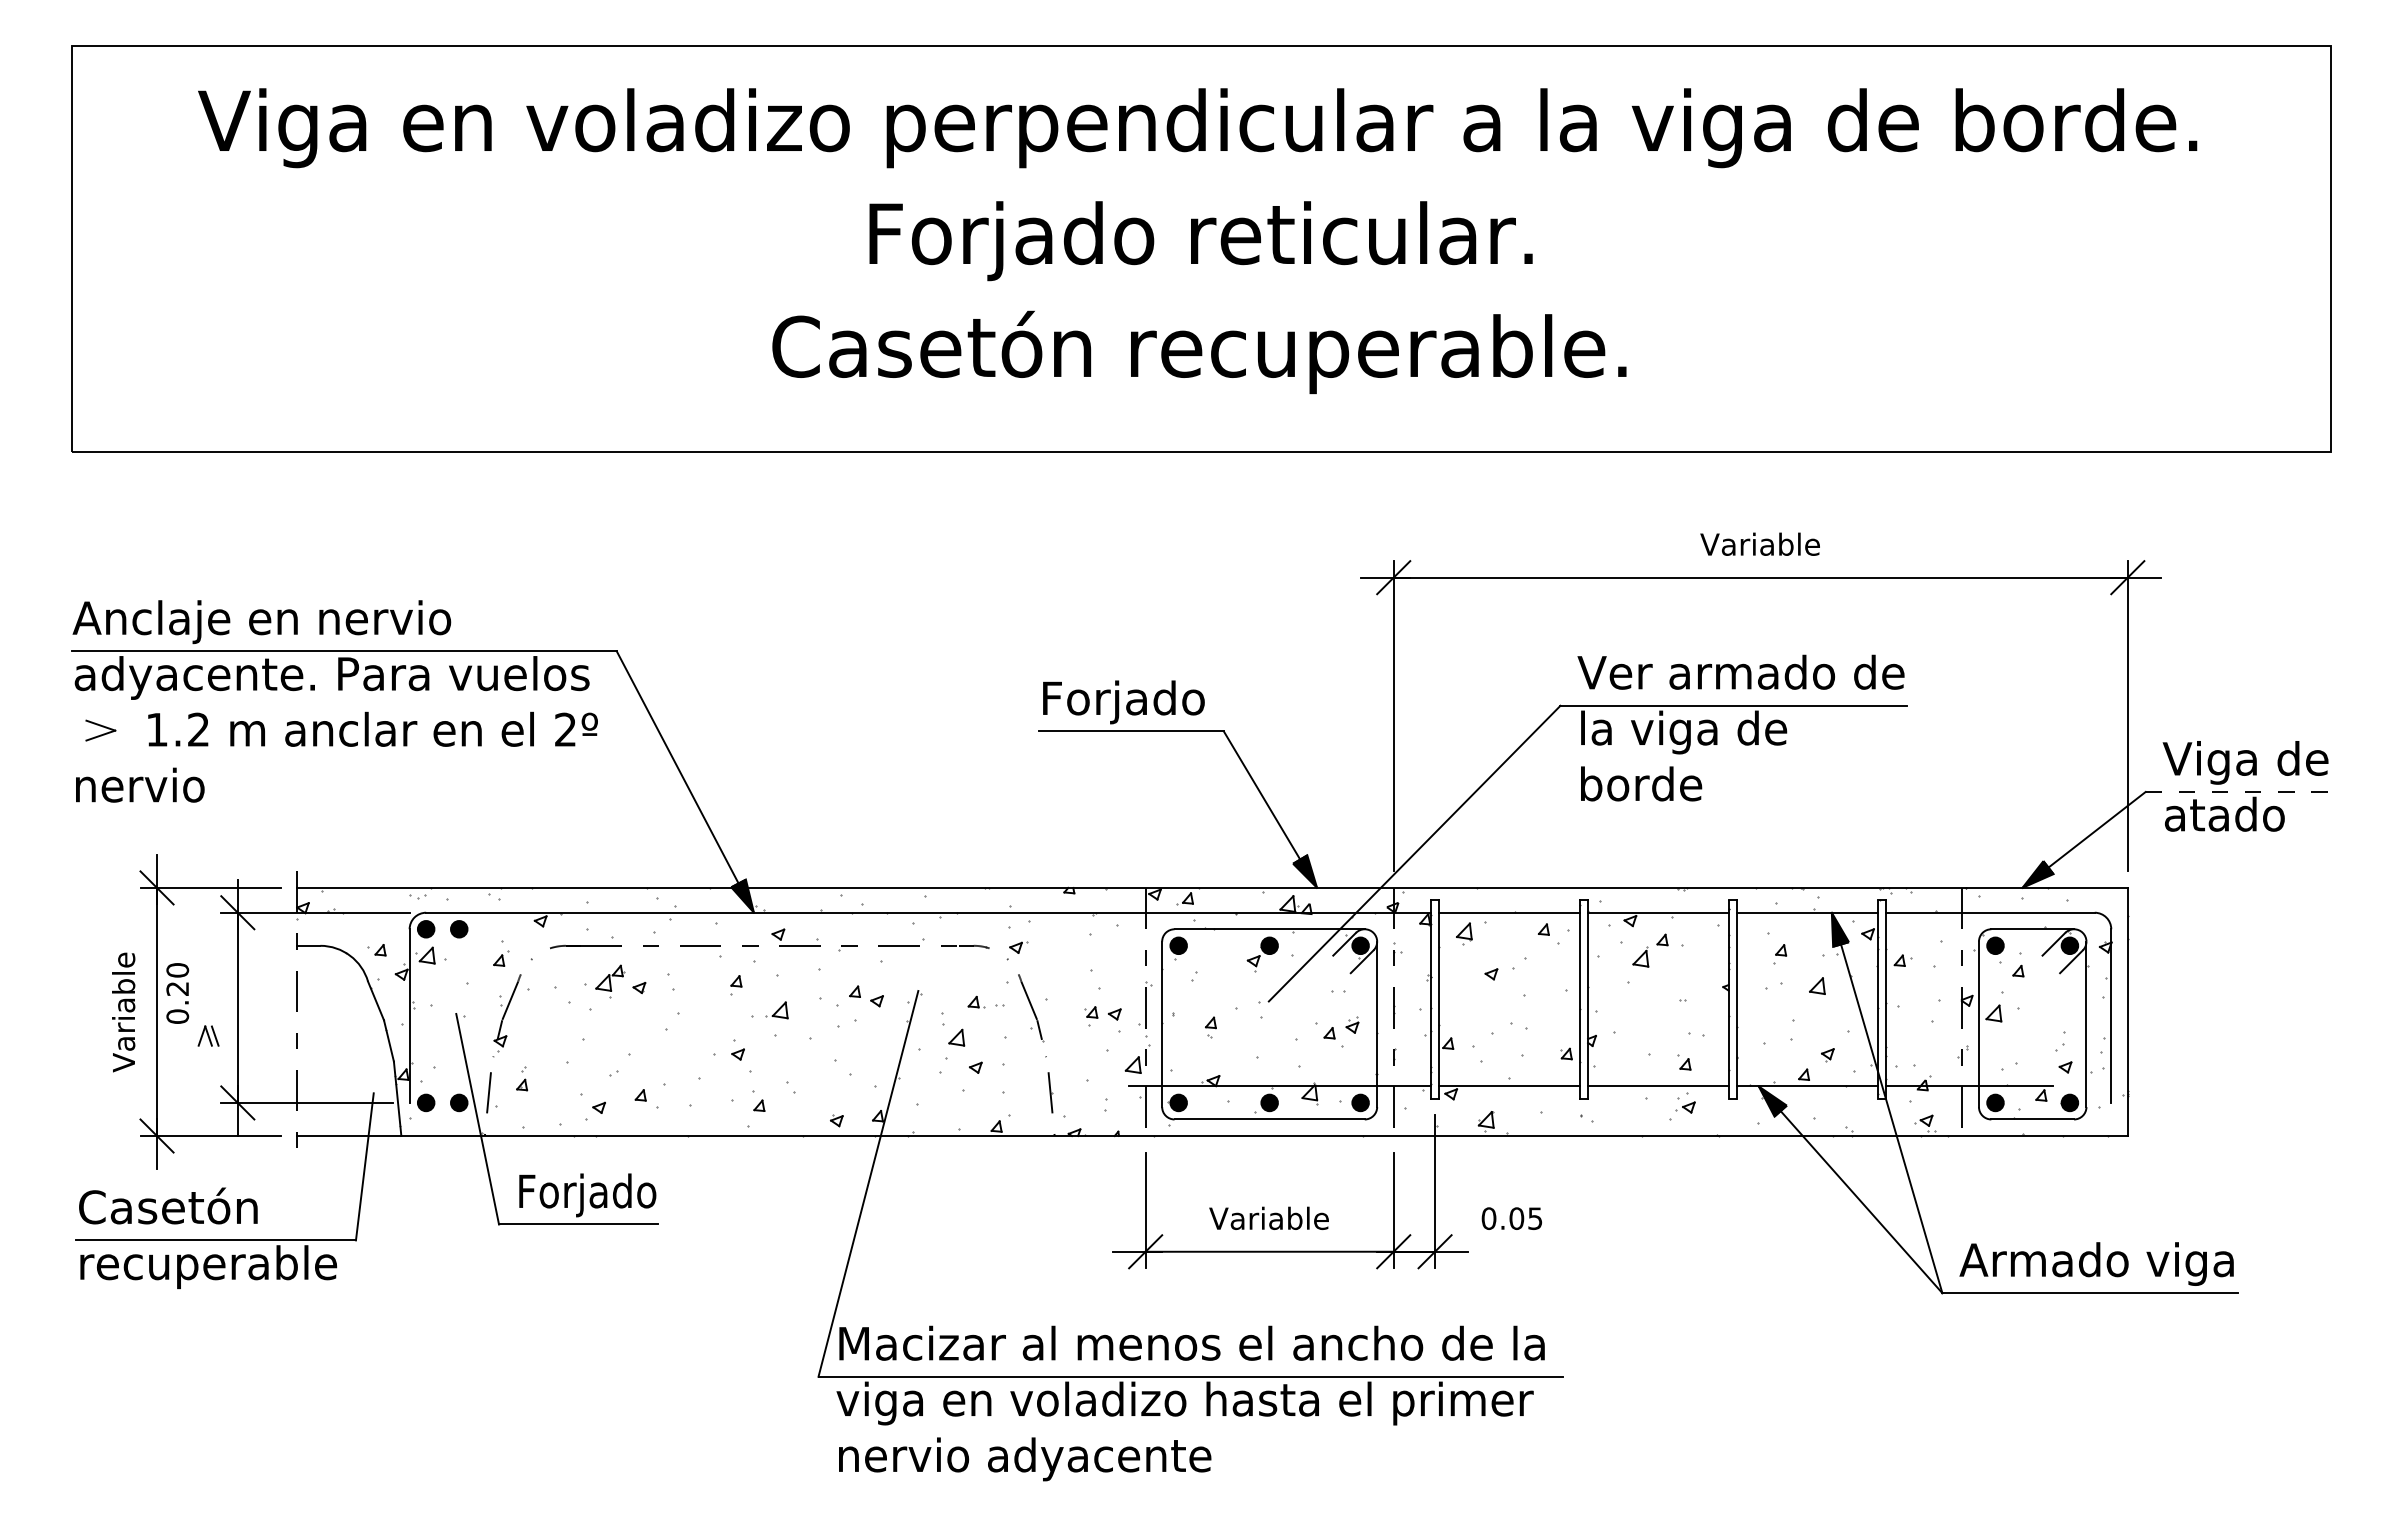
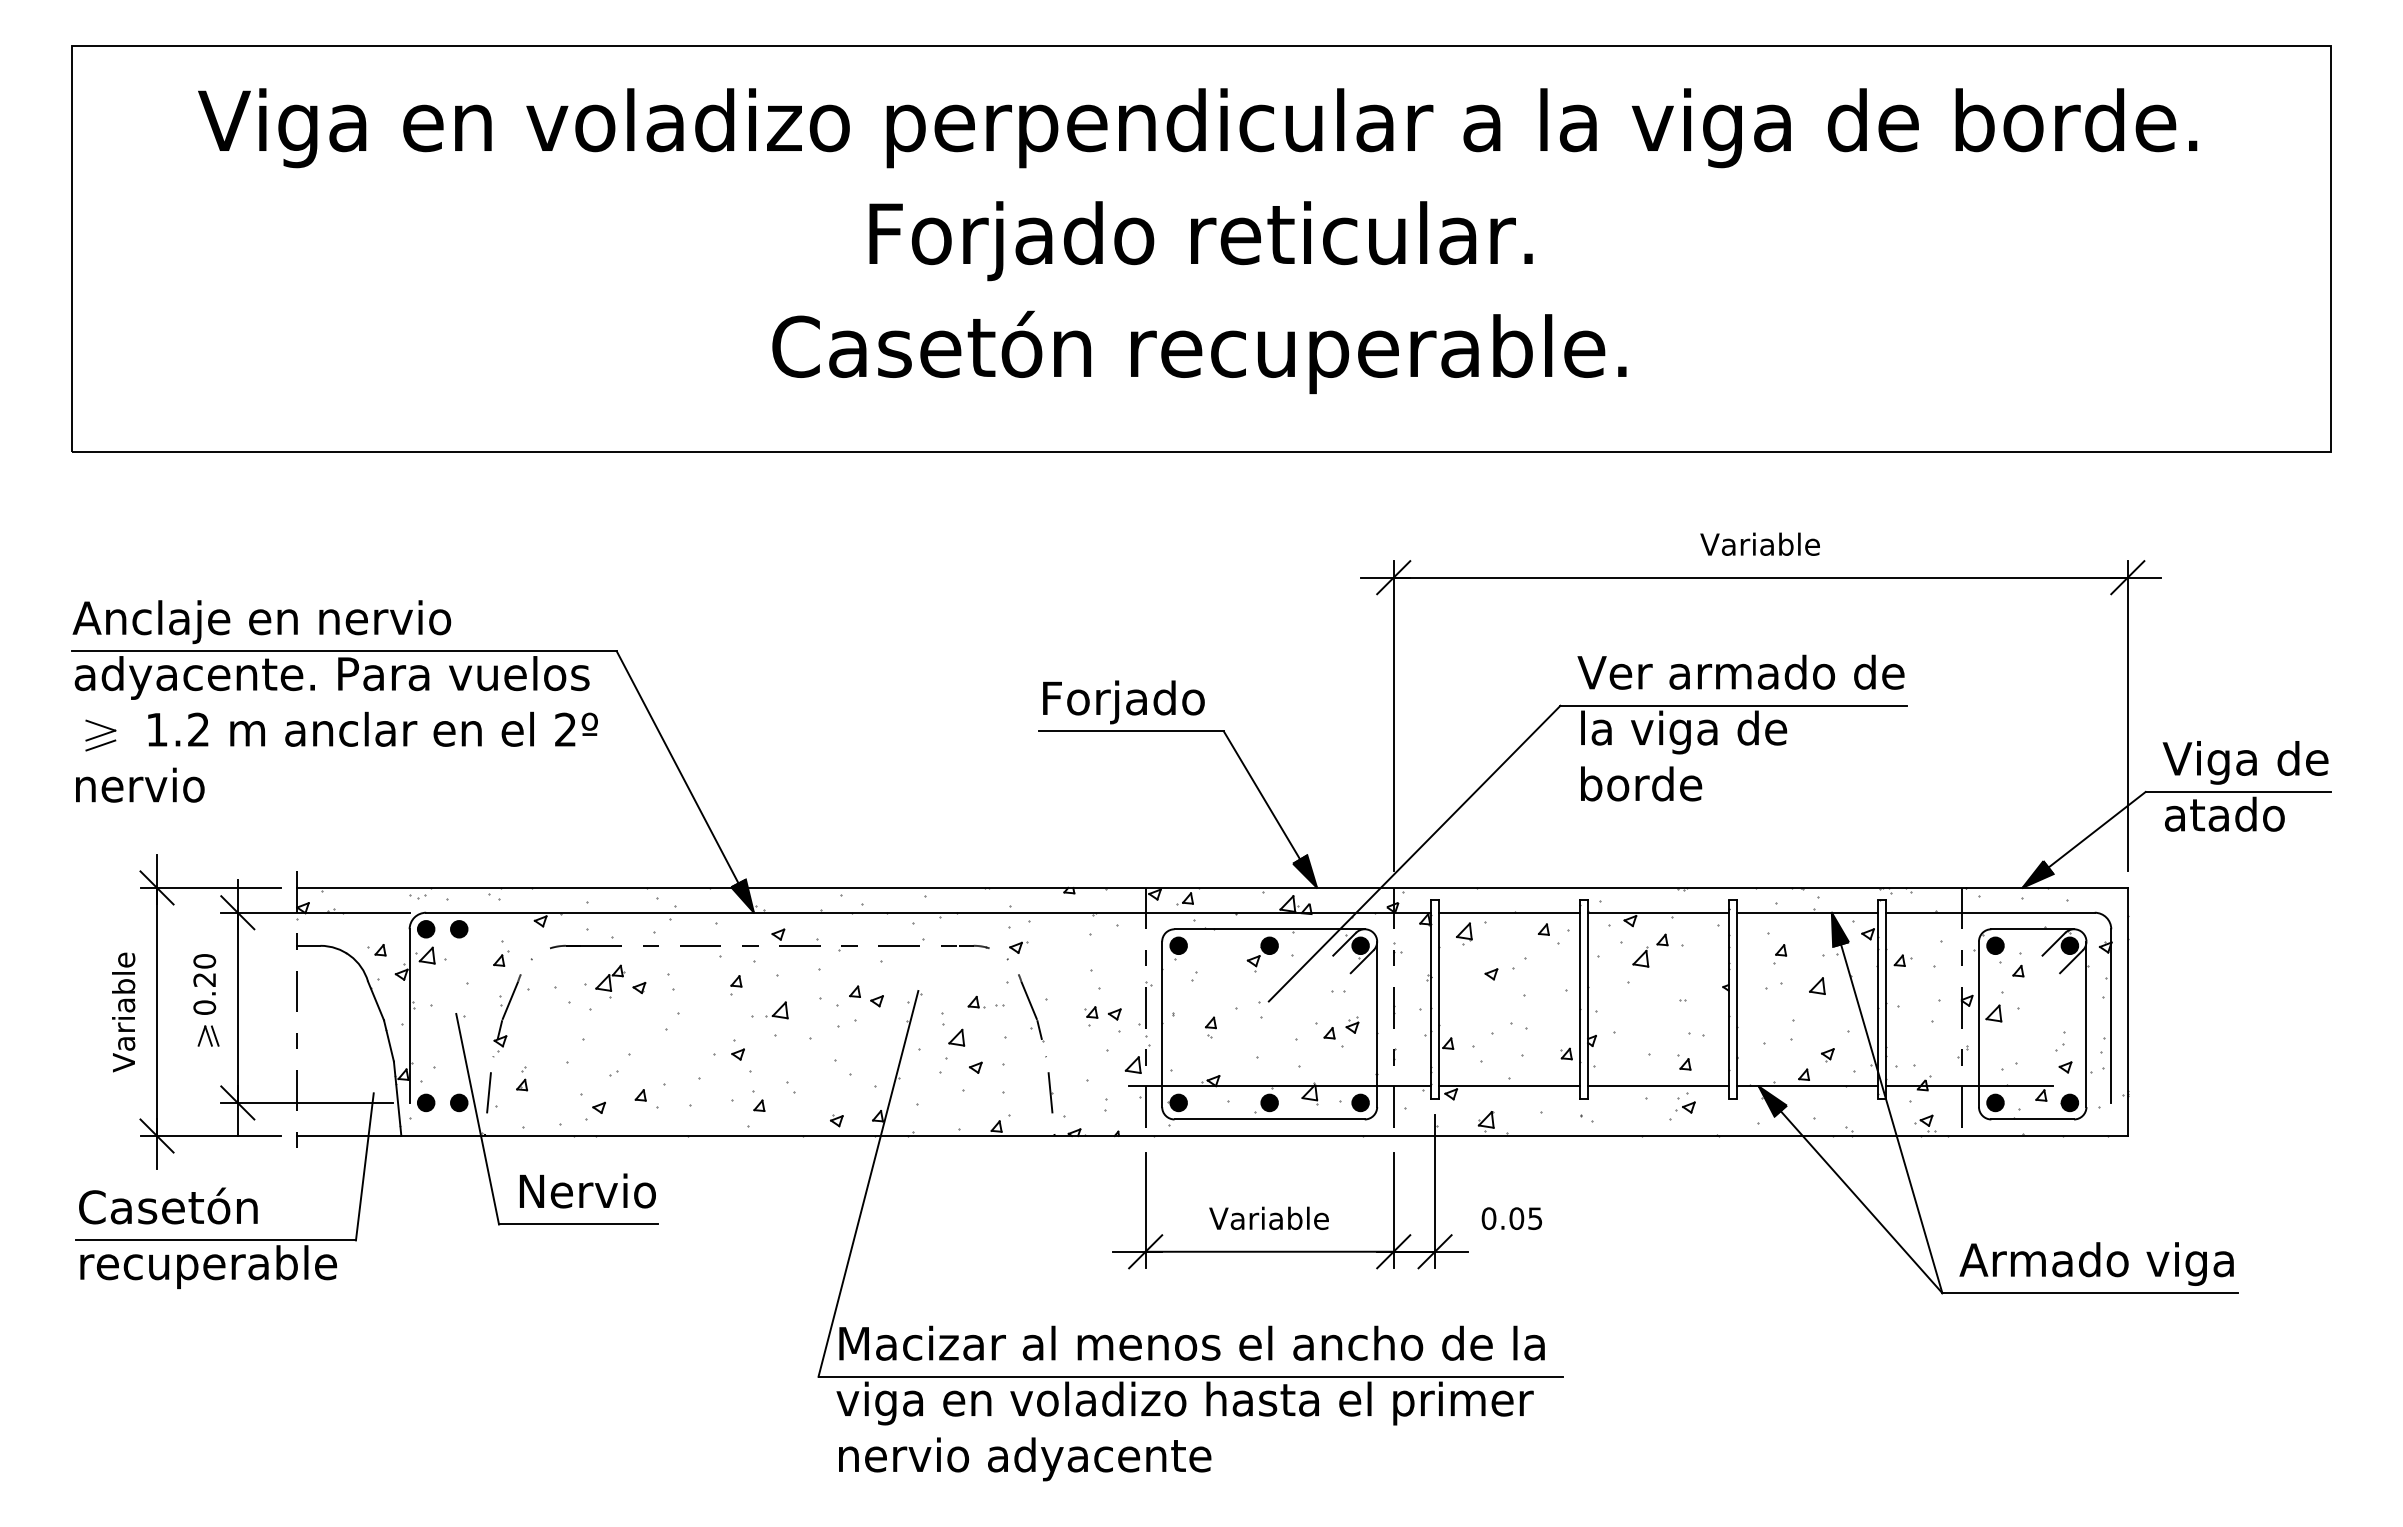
line at (100, 745): none -> present
line at (2238, 791): dashed -> solid
text at (177, 993) position: (177, 993) -> (204, 984)
text at (587, 1195): Forjado -> Nervio
